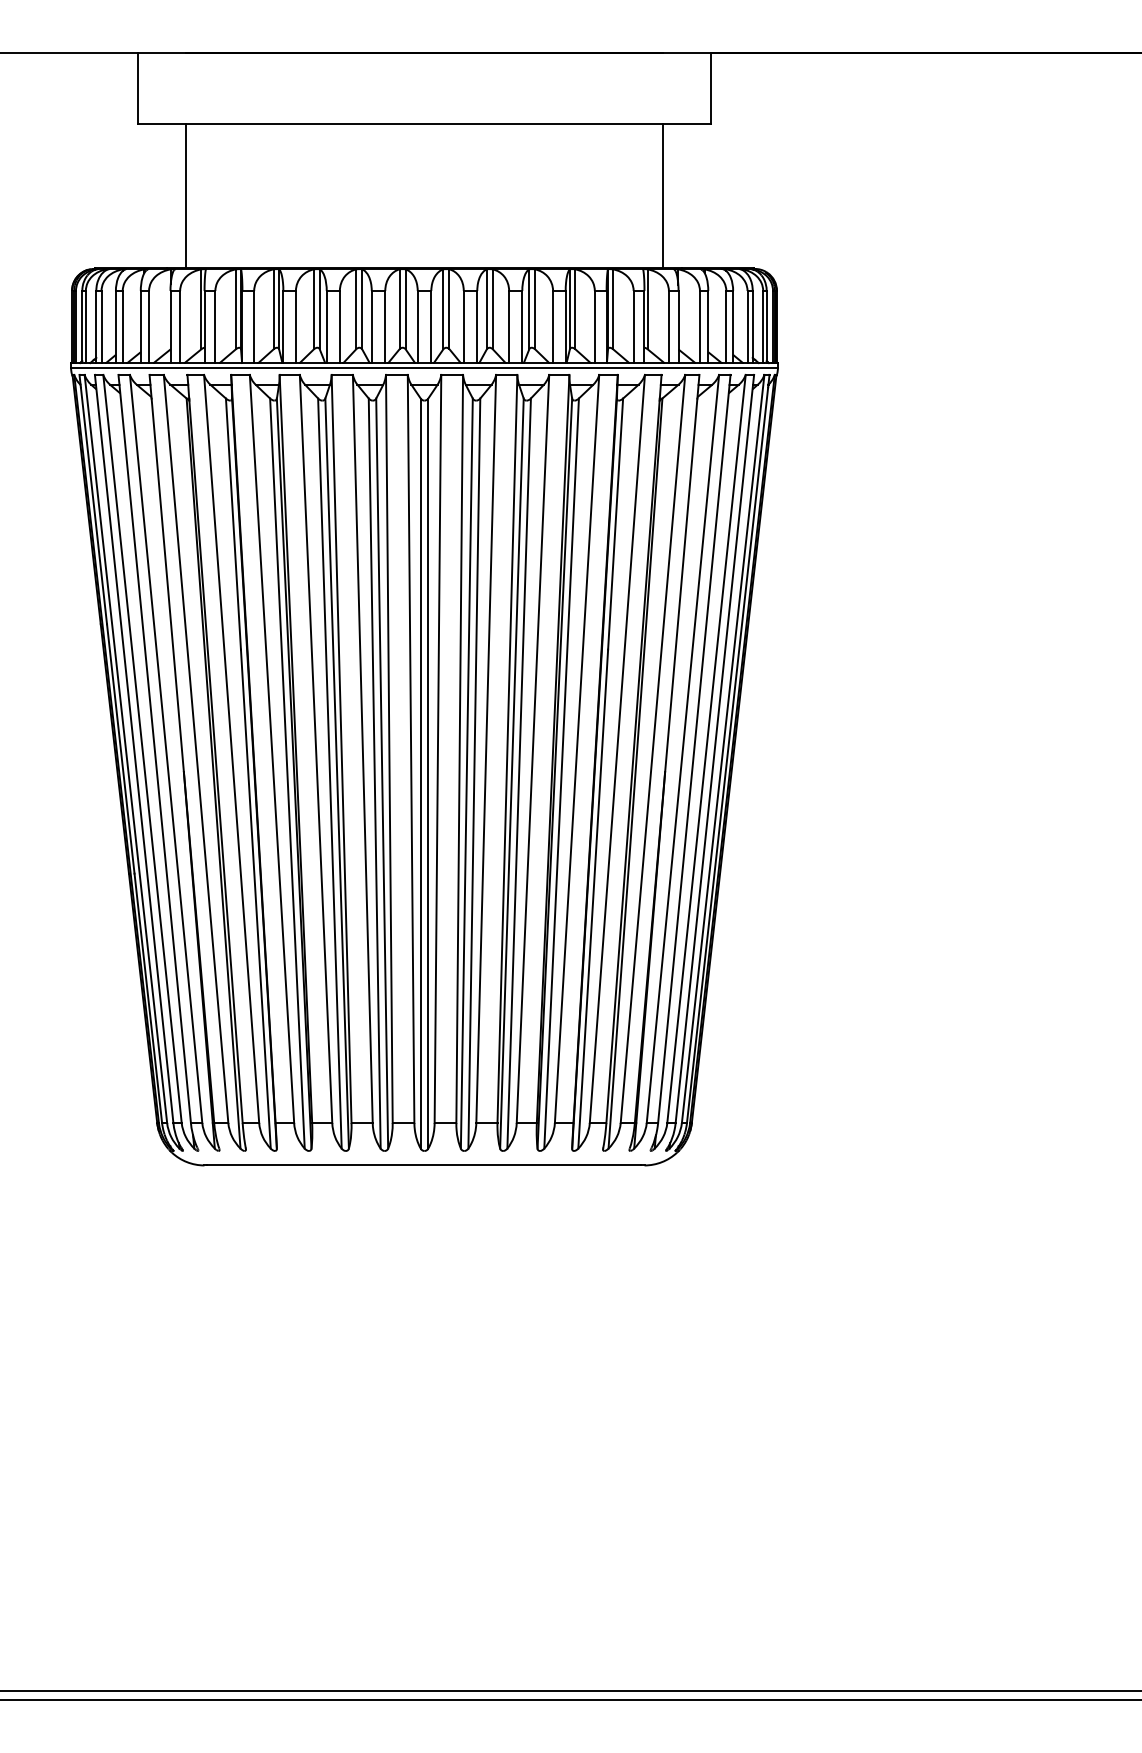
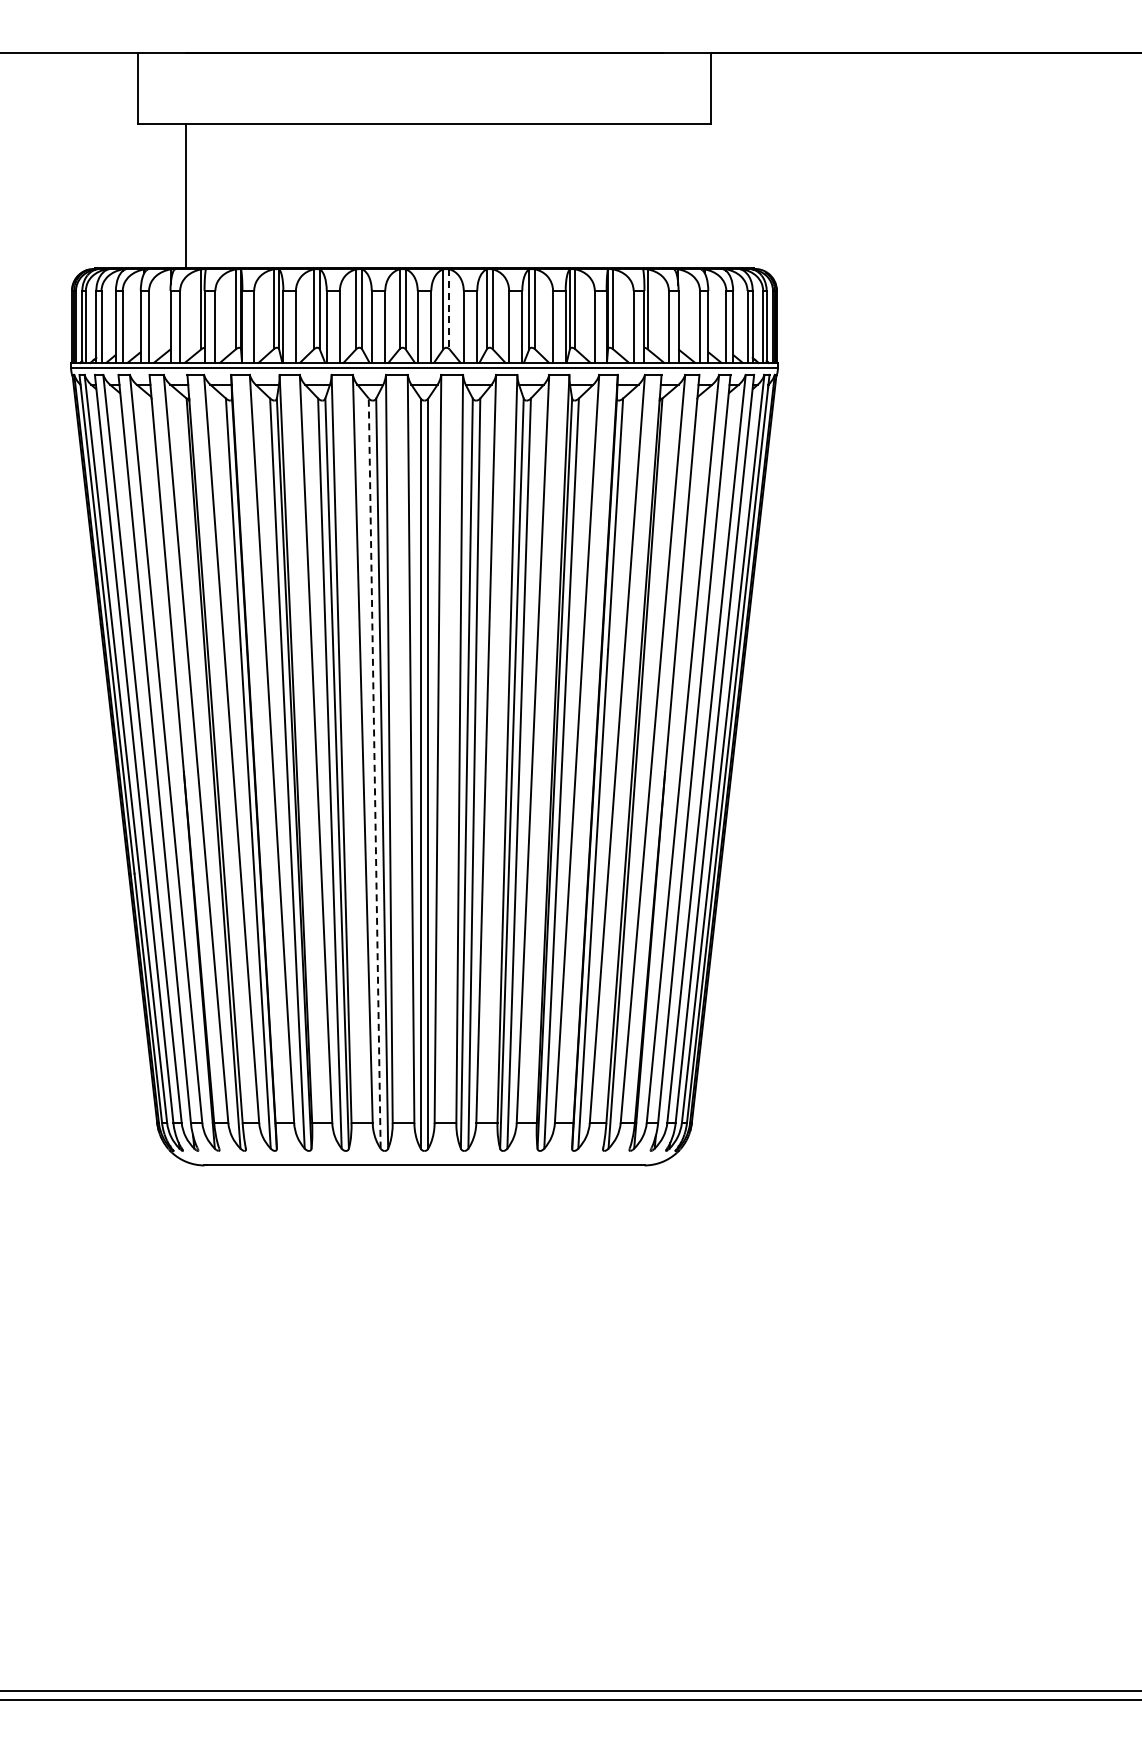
line at (663, 195): present -> none
line at (449, 309): solid -> dashed
line at (374, 773): solid -> dashed
